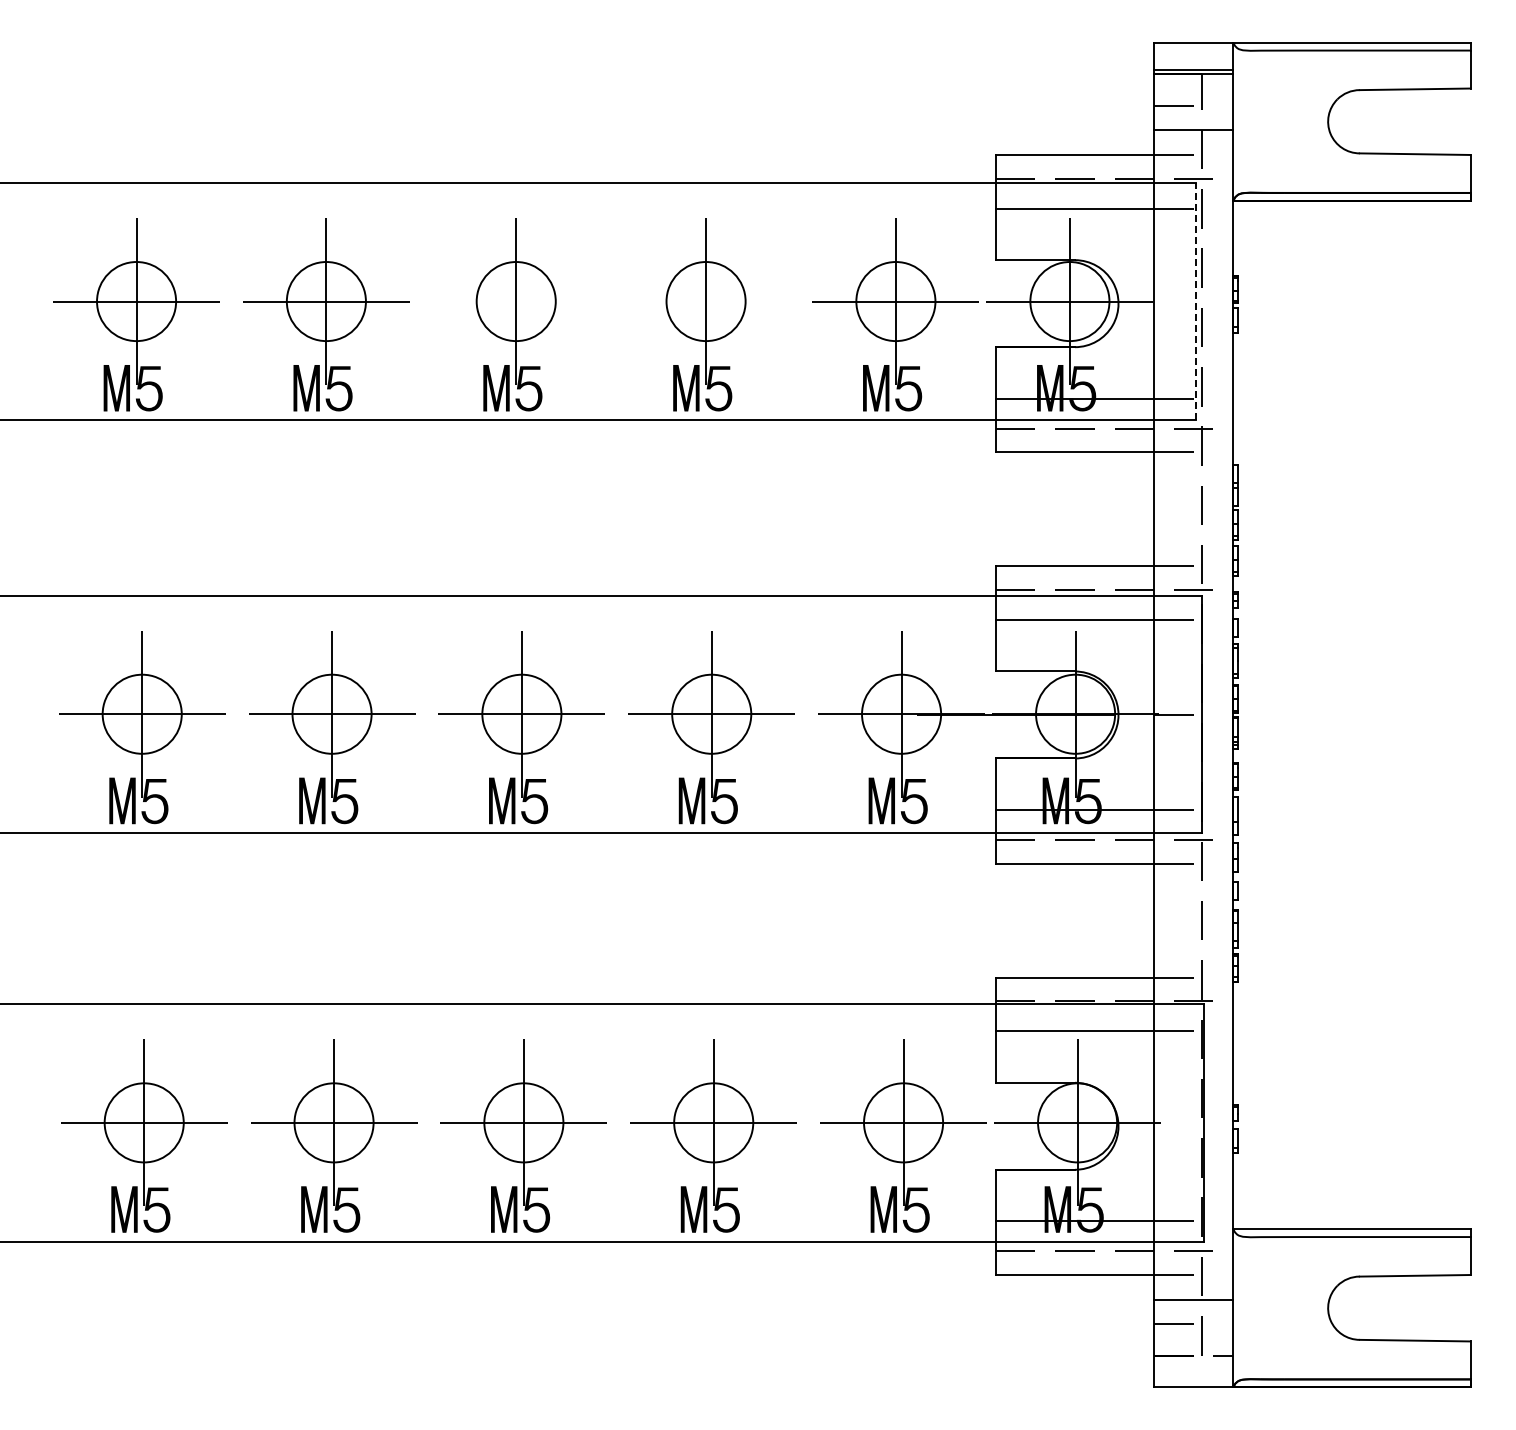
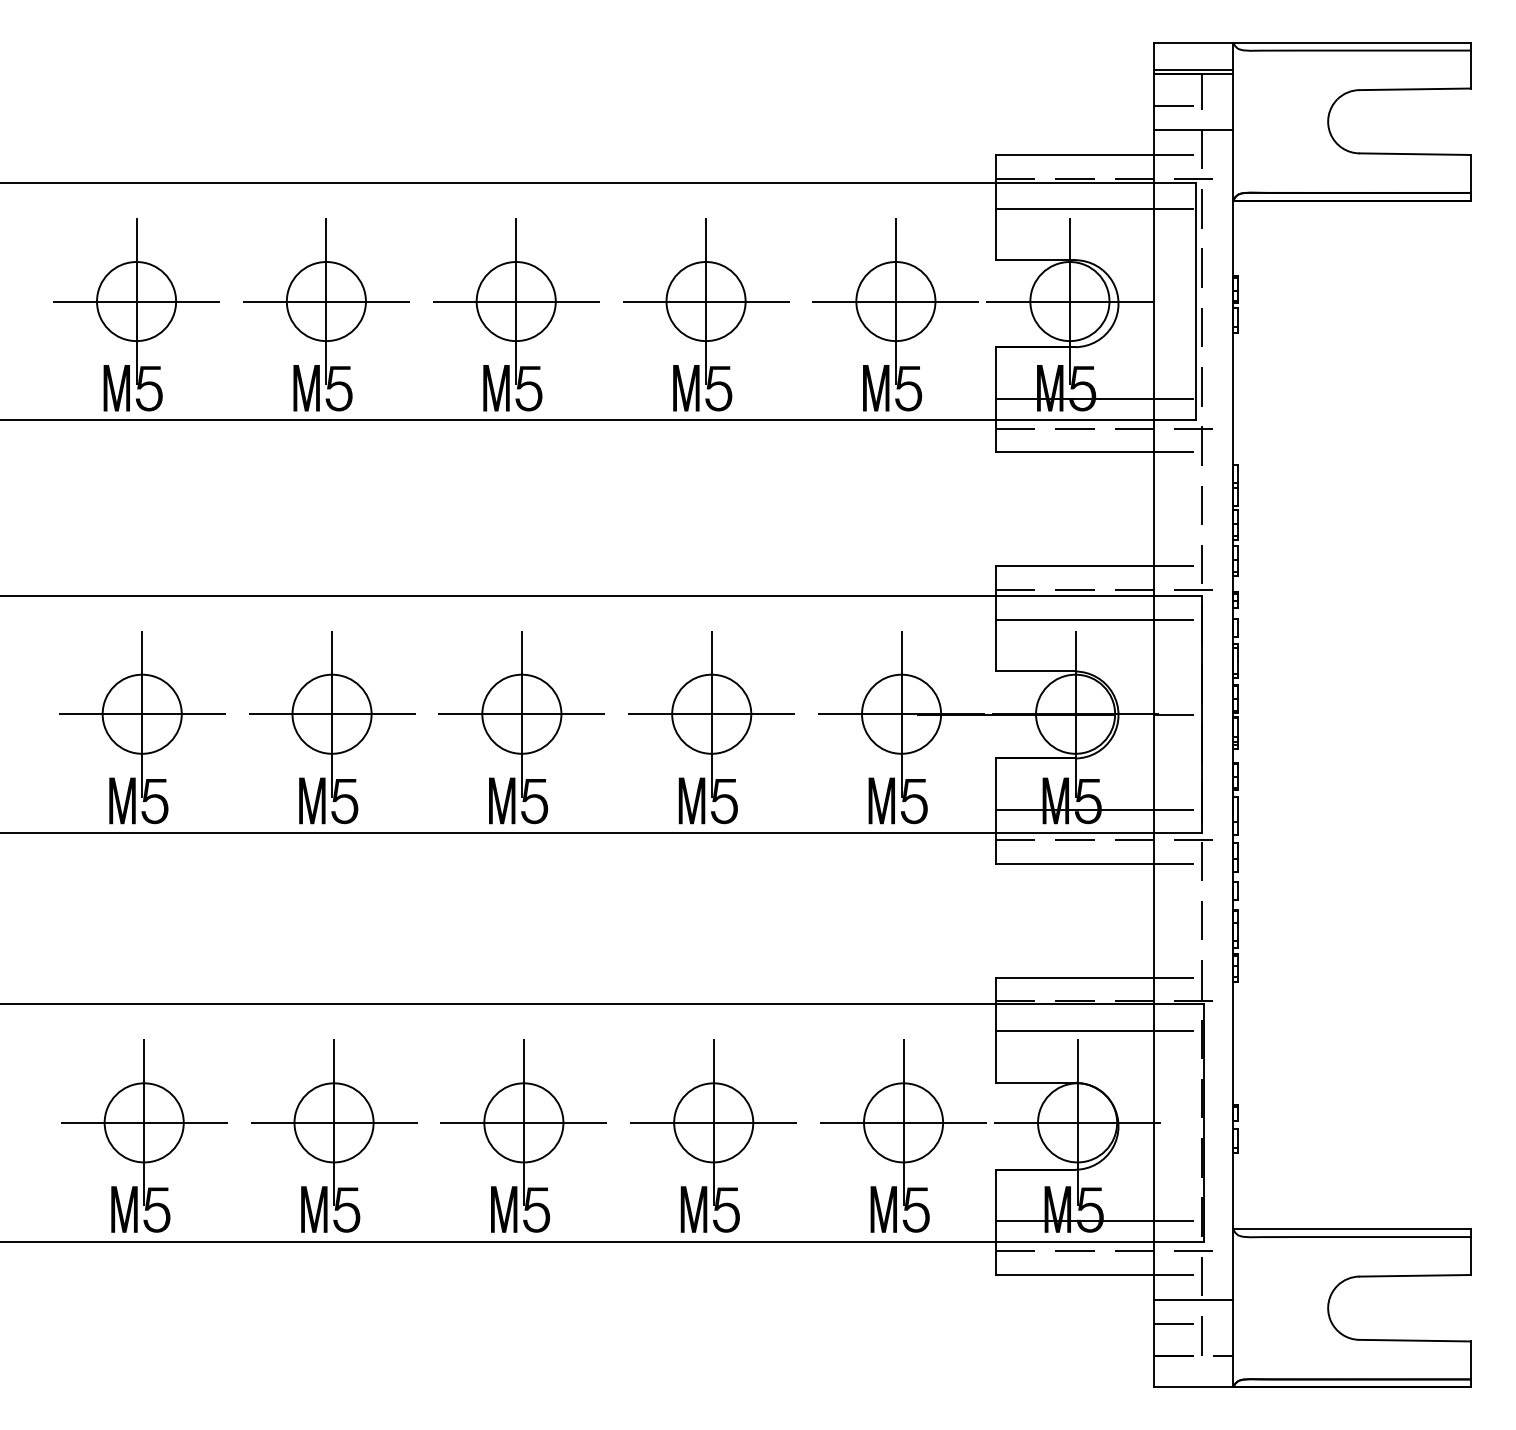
line at (515, 301): none -> present
line at (705, 301): none -> present
line at (1196, 301): dashed -> solid
